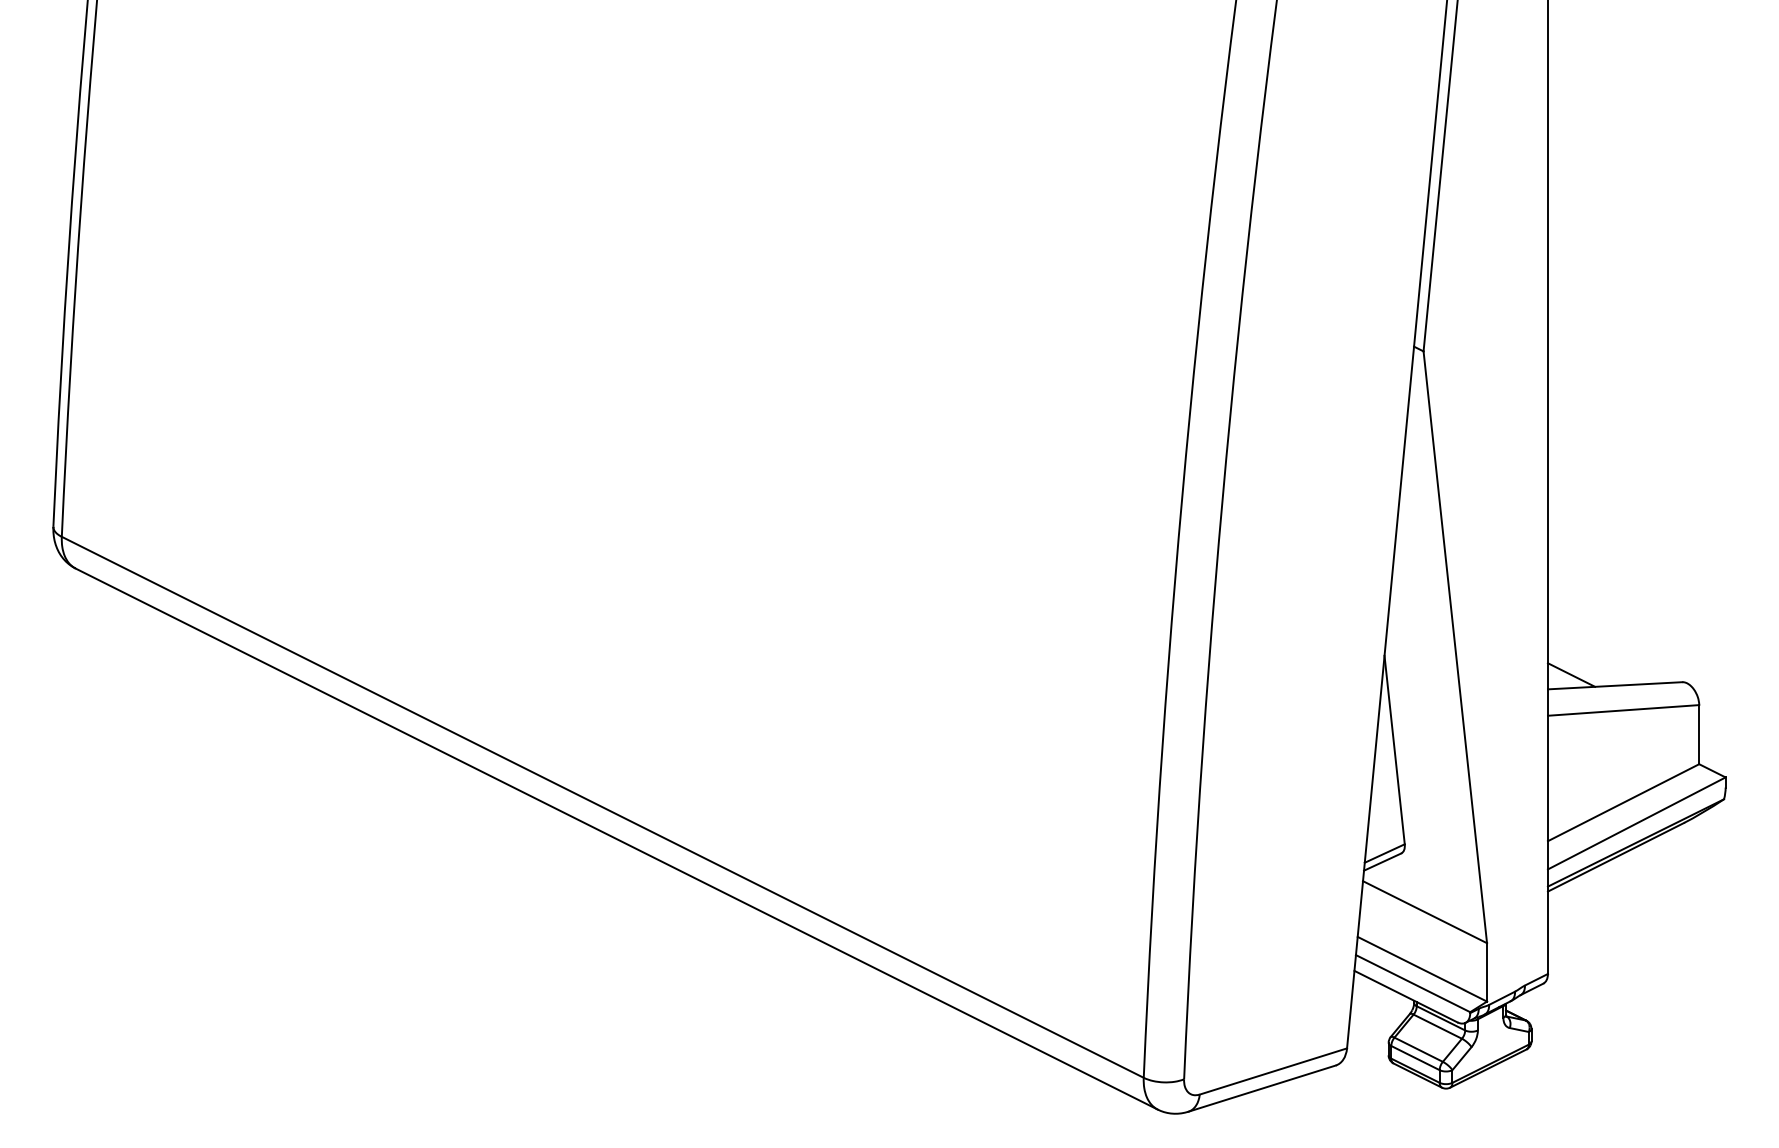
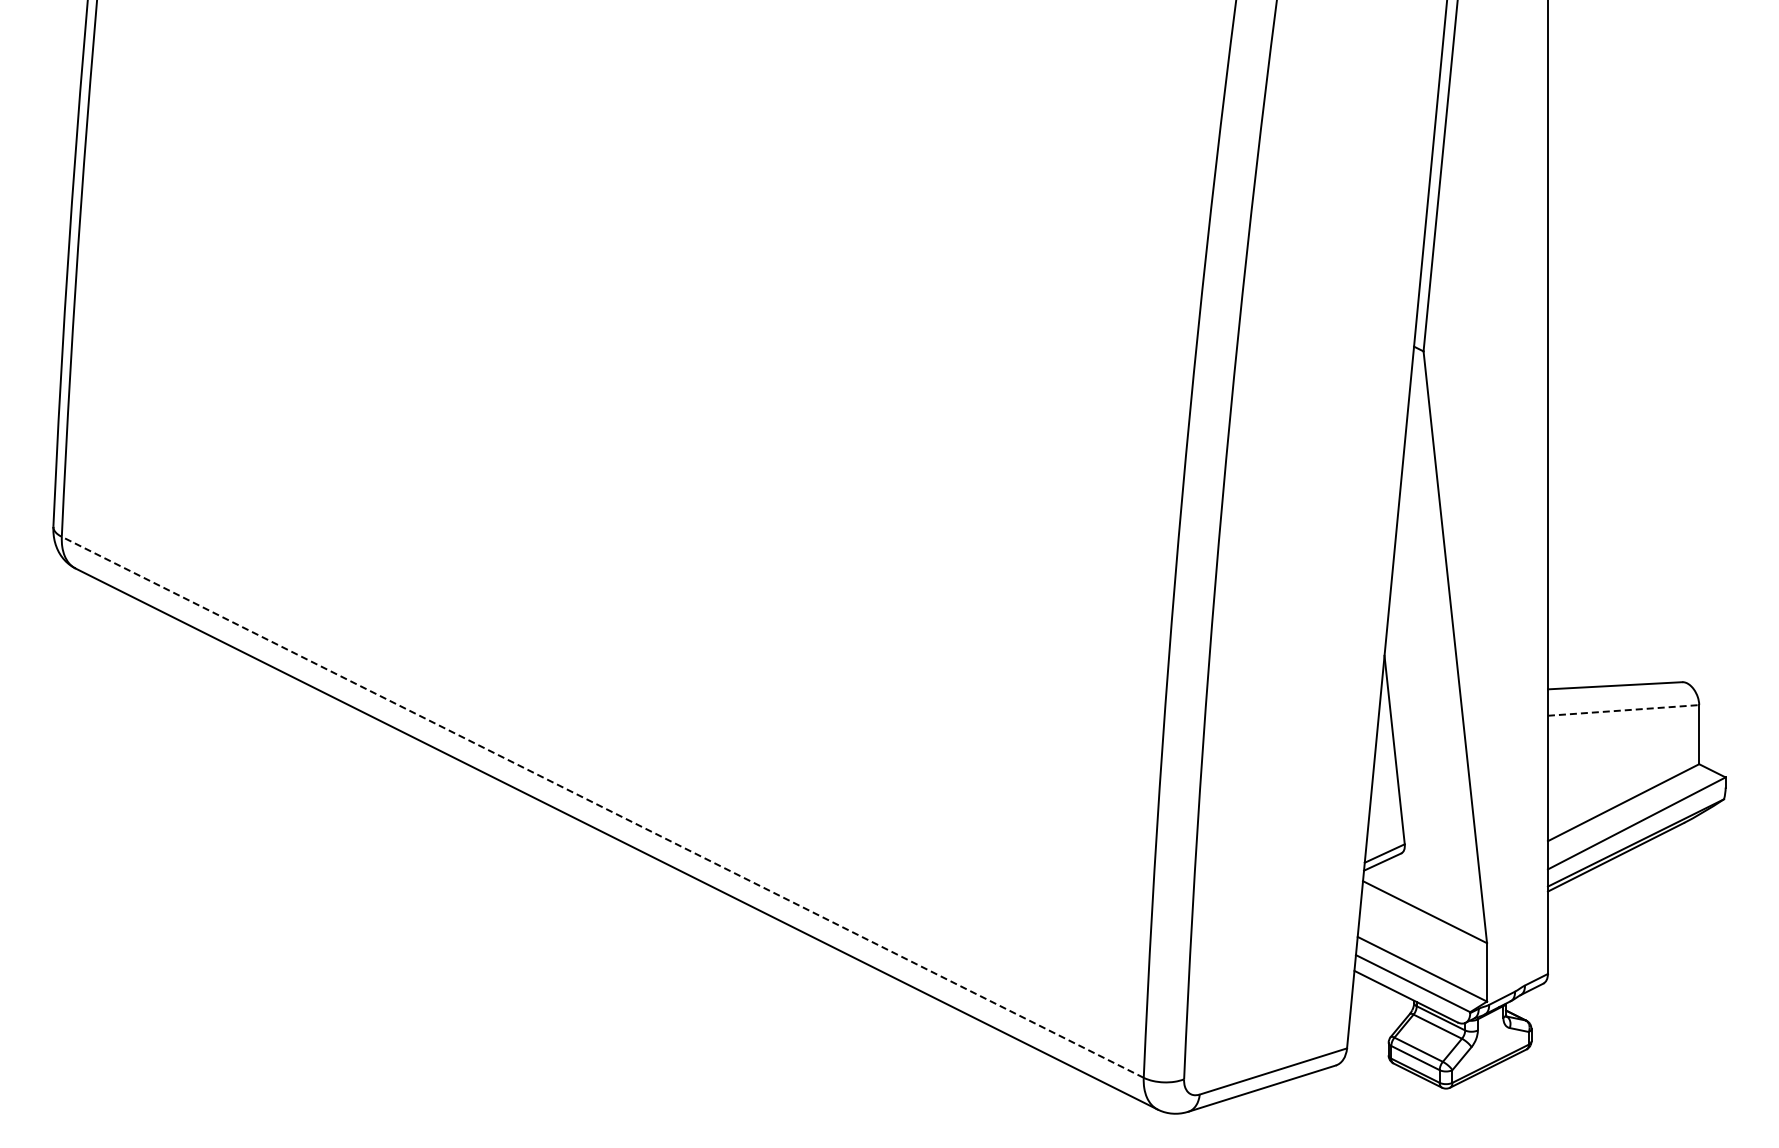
line at (1571, 674): present -> none
line at (1623, 710): solid -> dashed
line at (602, 807): solid -> dashed
